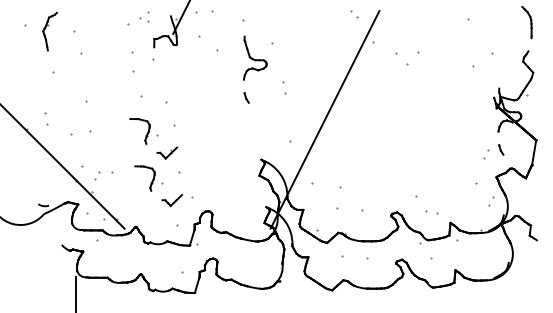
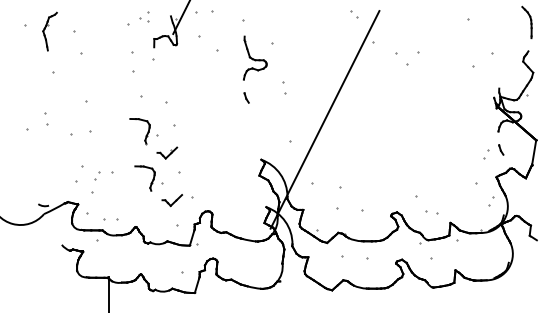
line at (63, 167): present -> none
line at (75, 293) position: (75, 293) -> (108, 293)
